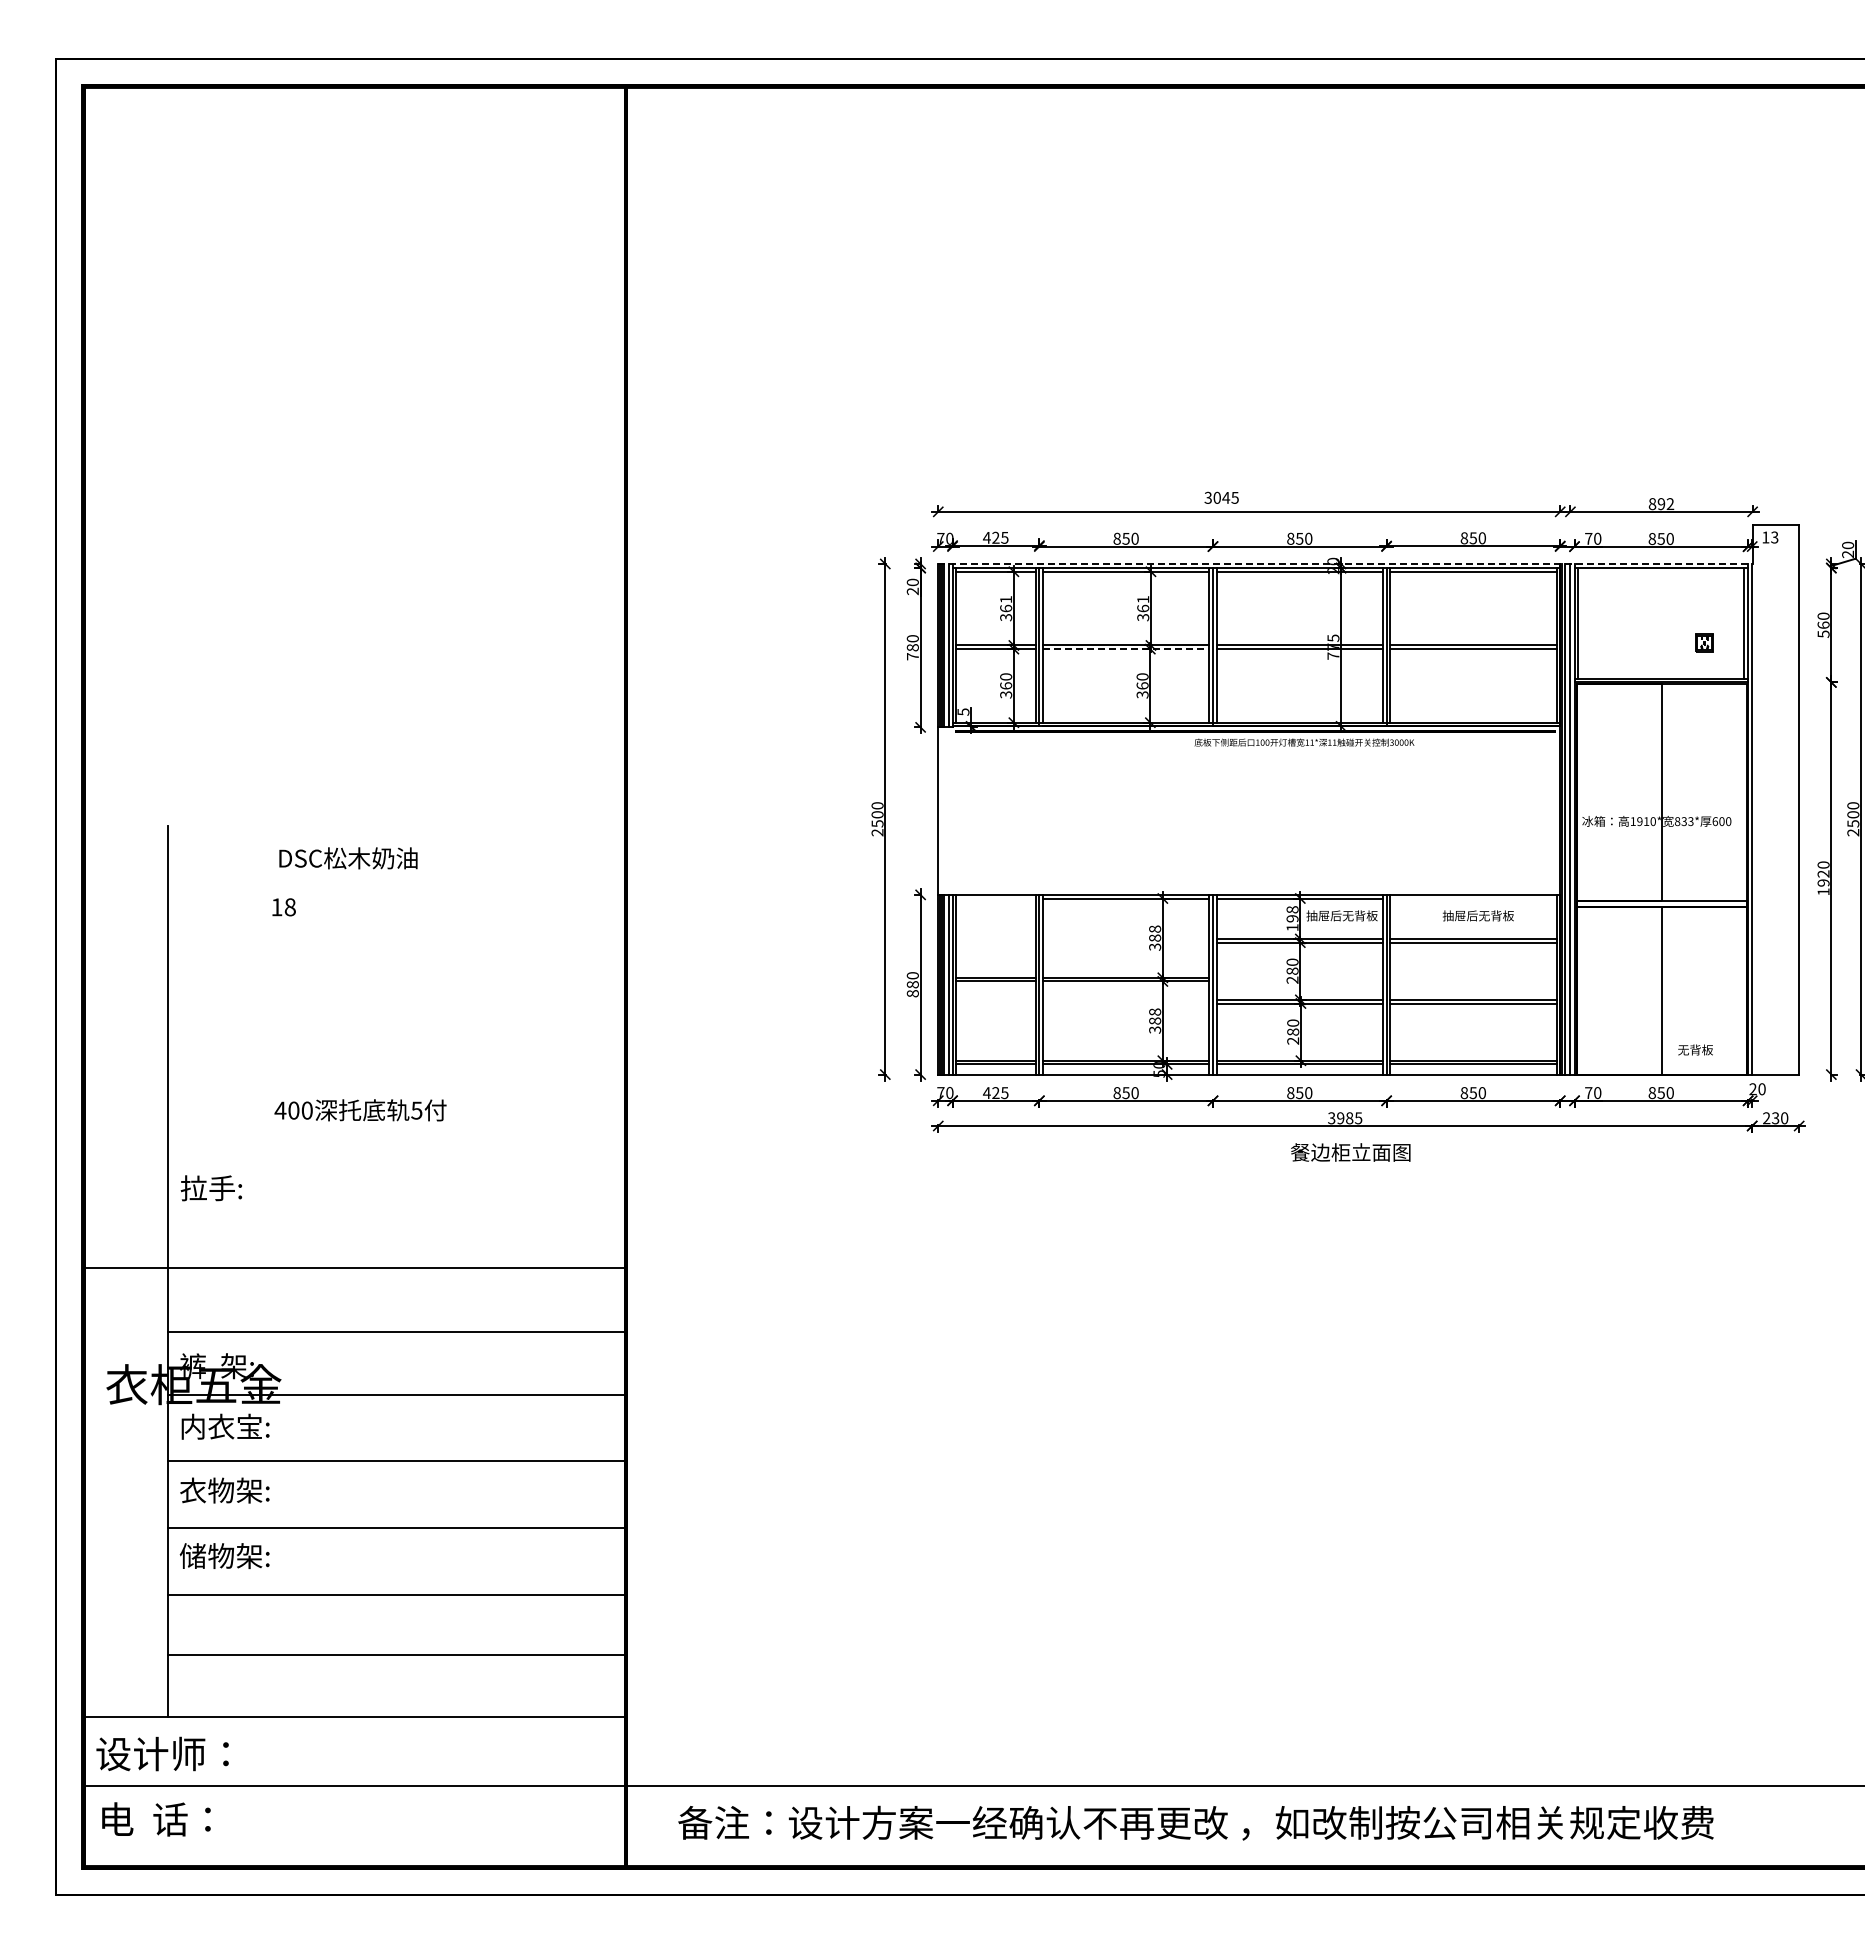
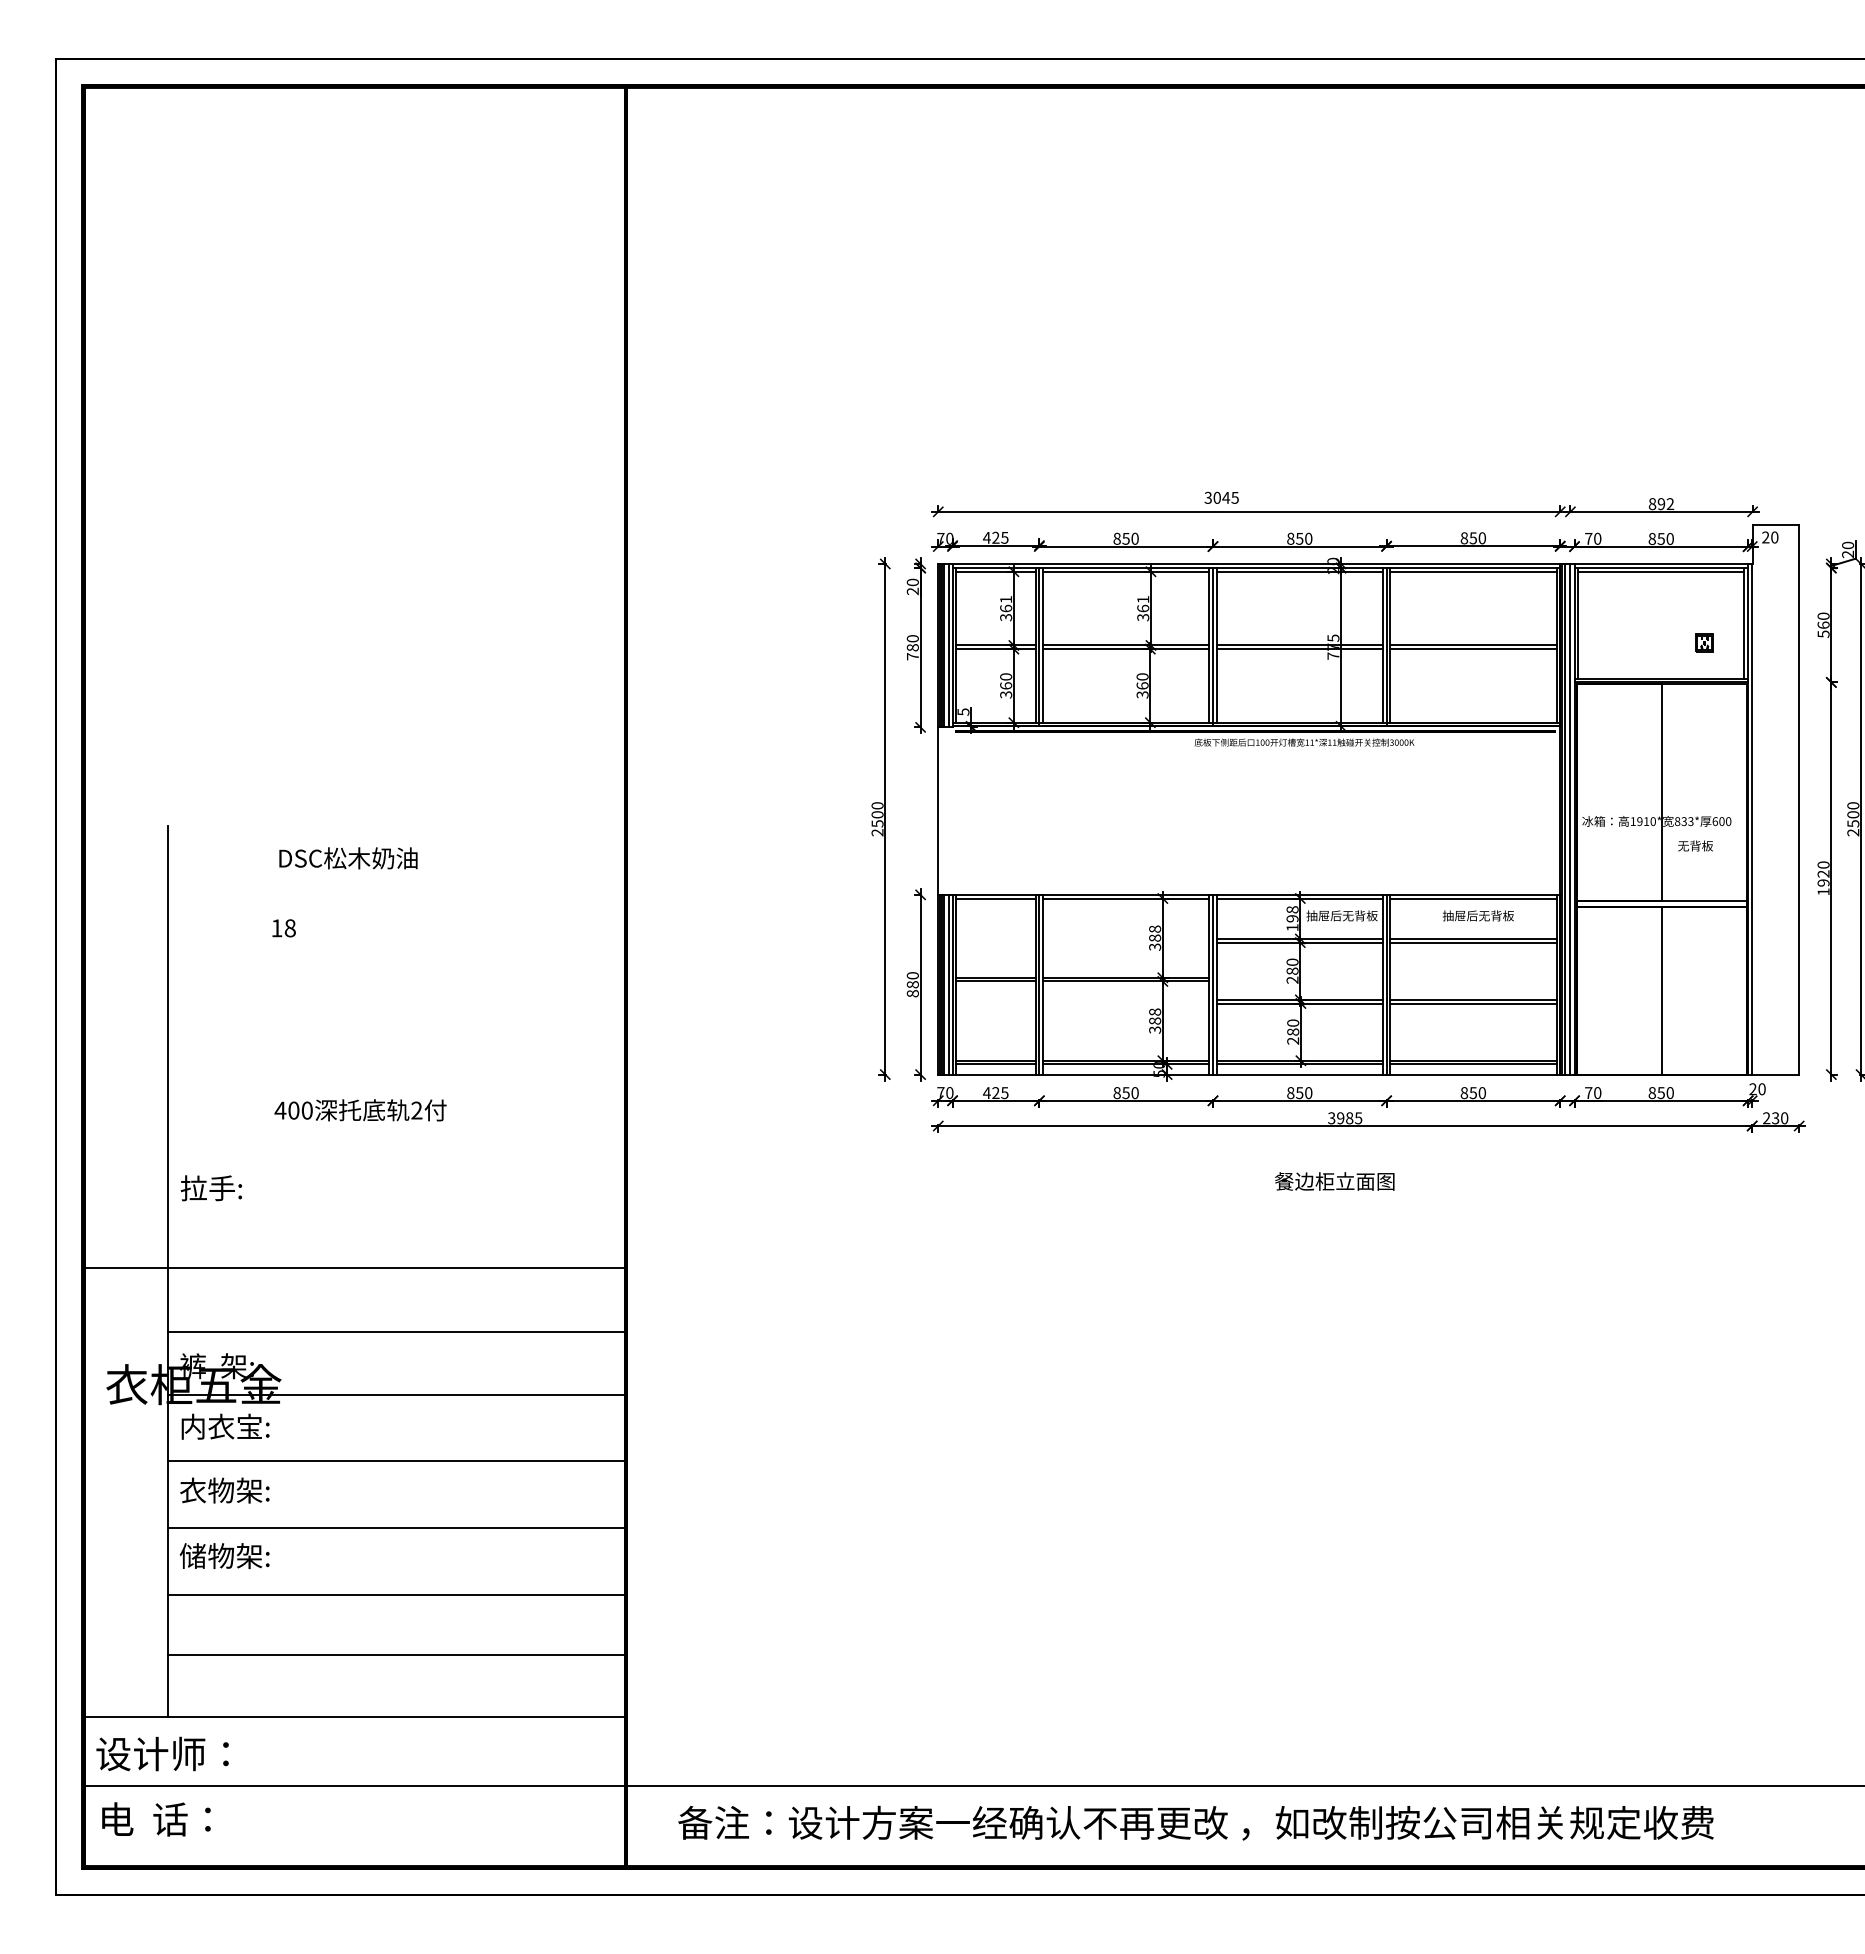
text at (1770, 537): 13 -> 20
line at (1345, 563): dashed -> solid
line at (1661, 571): none -> present
line at (1126, 649): dashed -> solid
line at (995, 898): none -> present
line at (1473, 898): none -> present
text at (283, 907) position: (283, 907) -> (283, 928)
text at (1695, 1049) position: (1695, 1049) -> (1695, 845)
text at (416, 1110): 5 -> 2
text at (1350, 1152) position: (1350, 1152) -> (1334, 1181)
